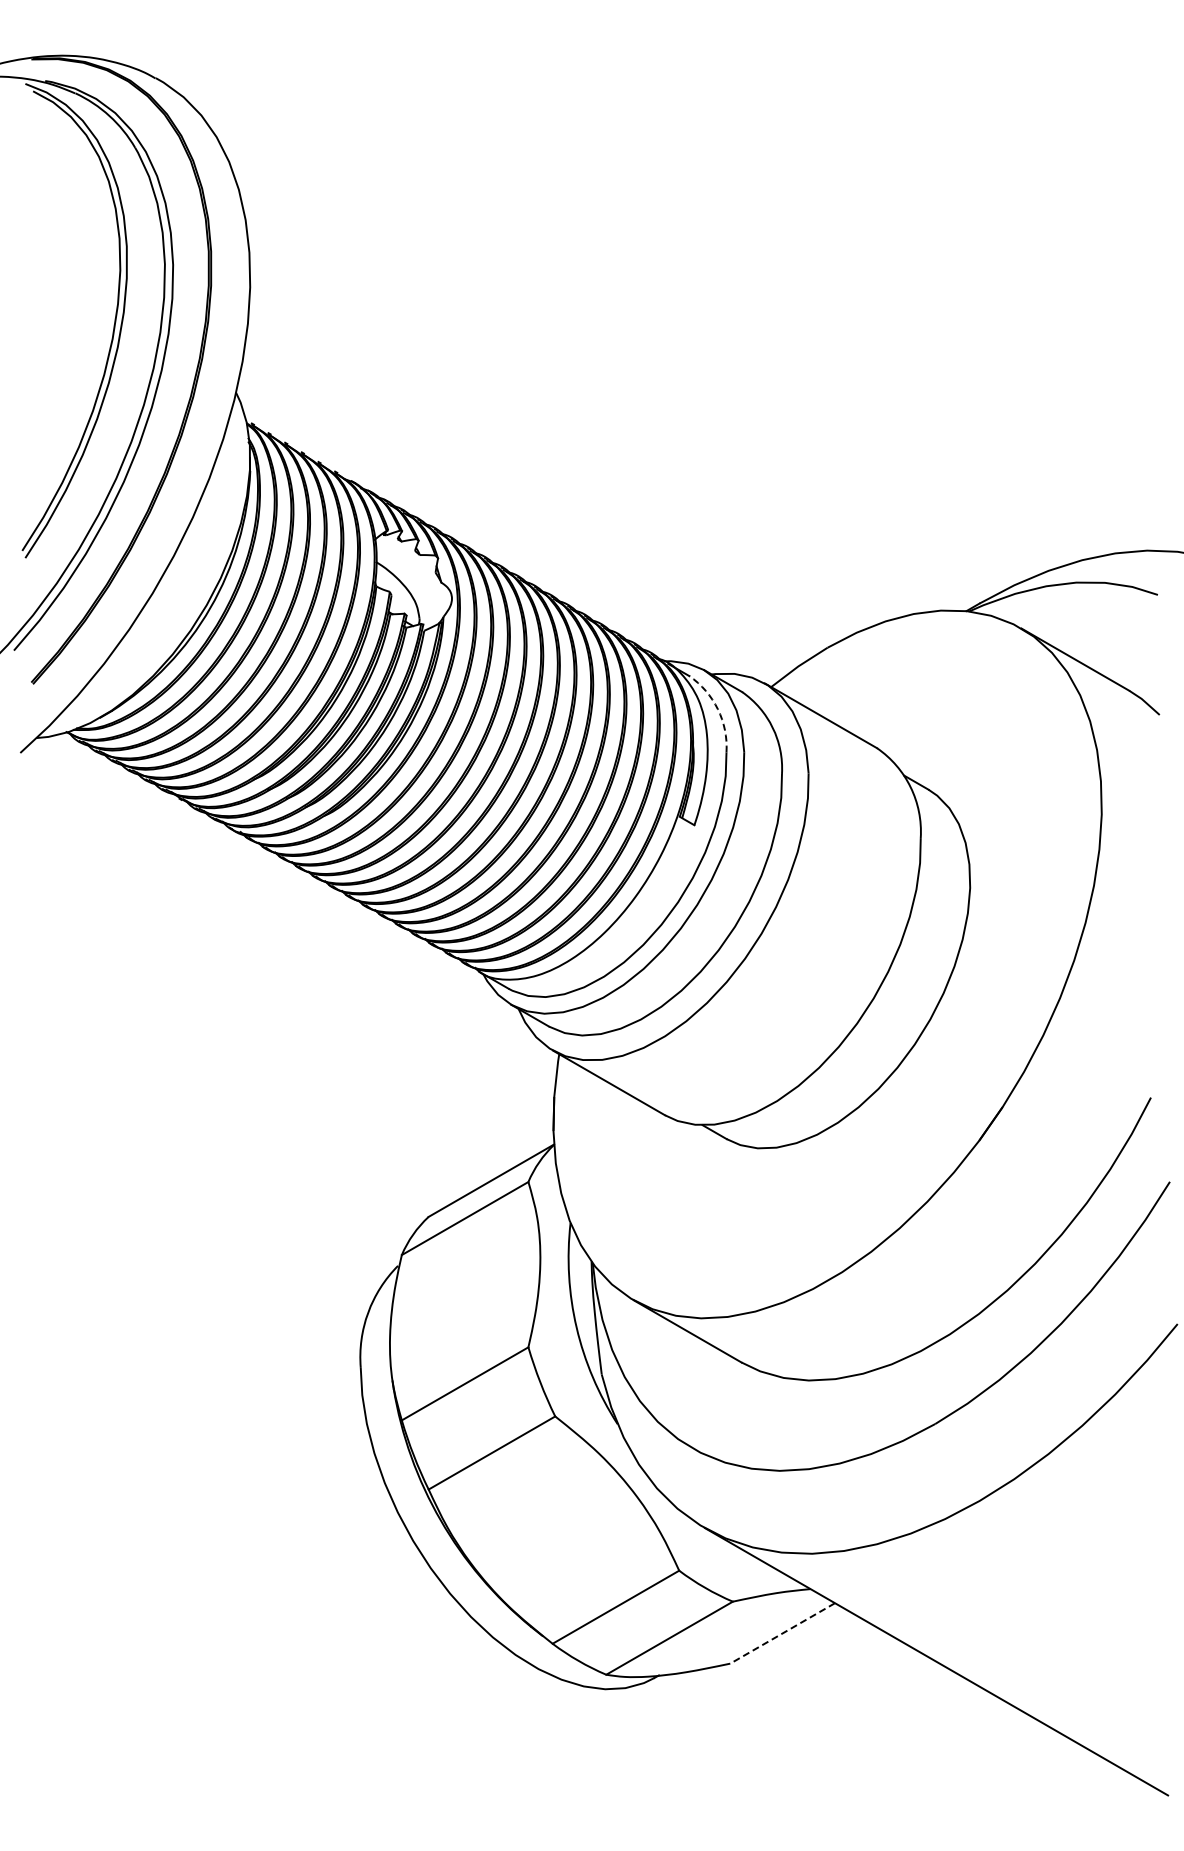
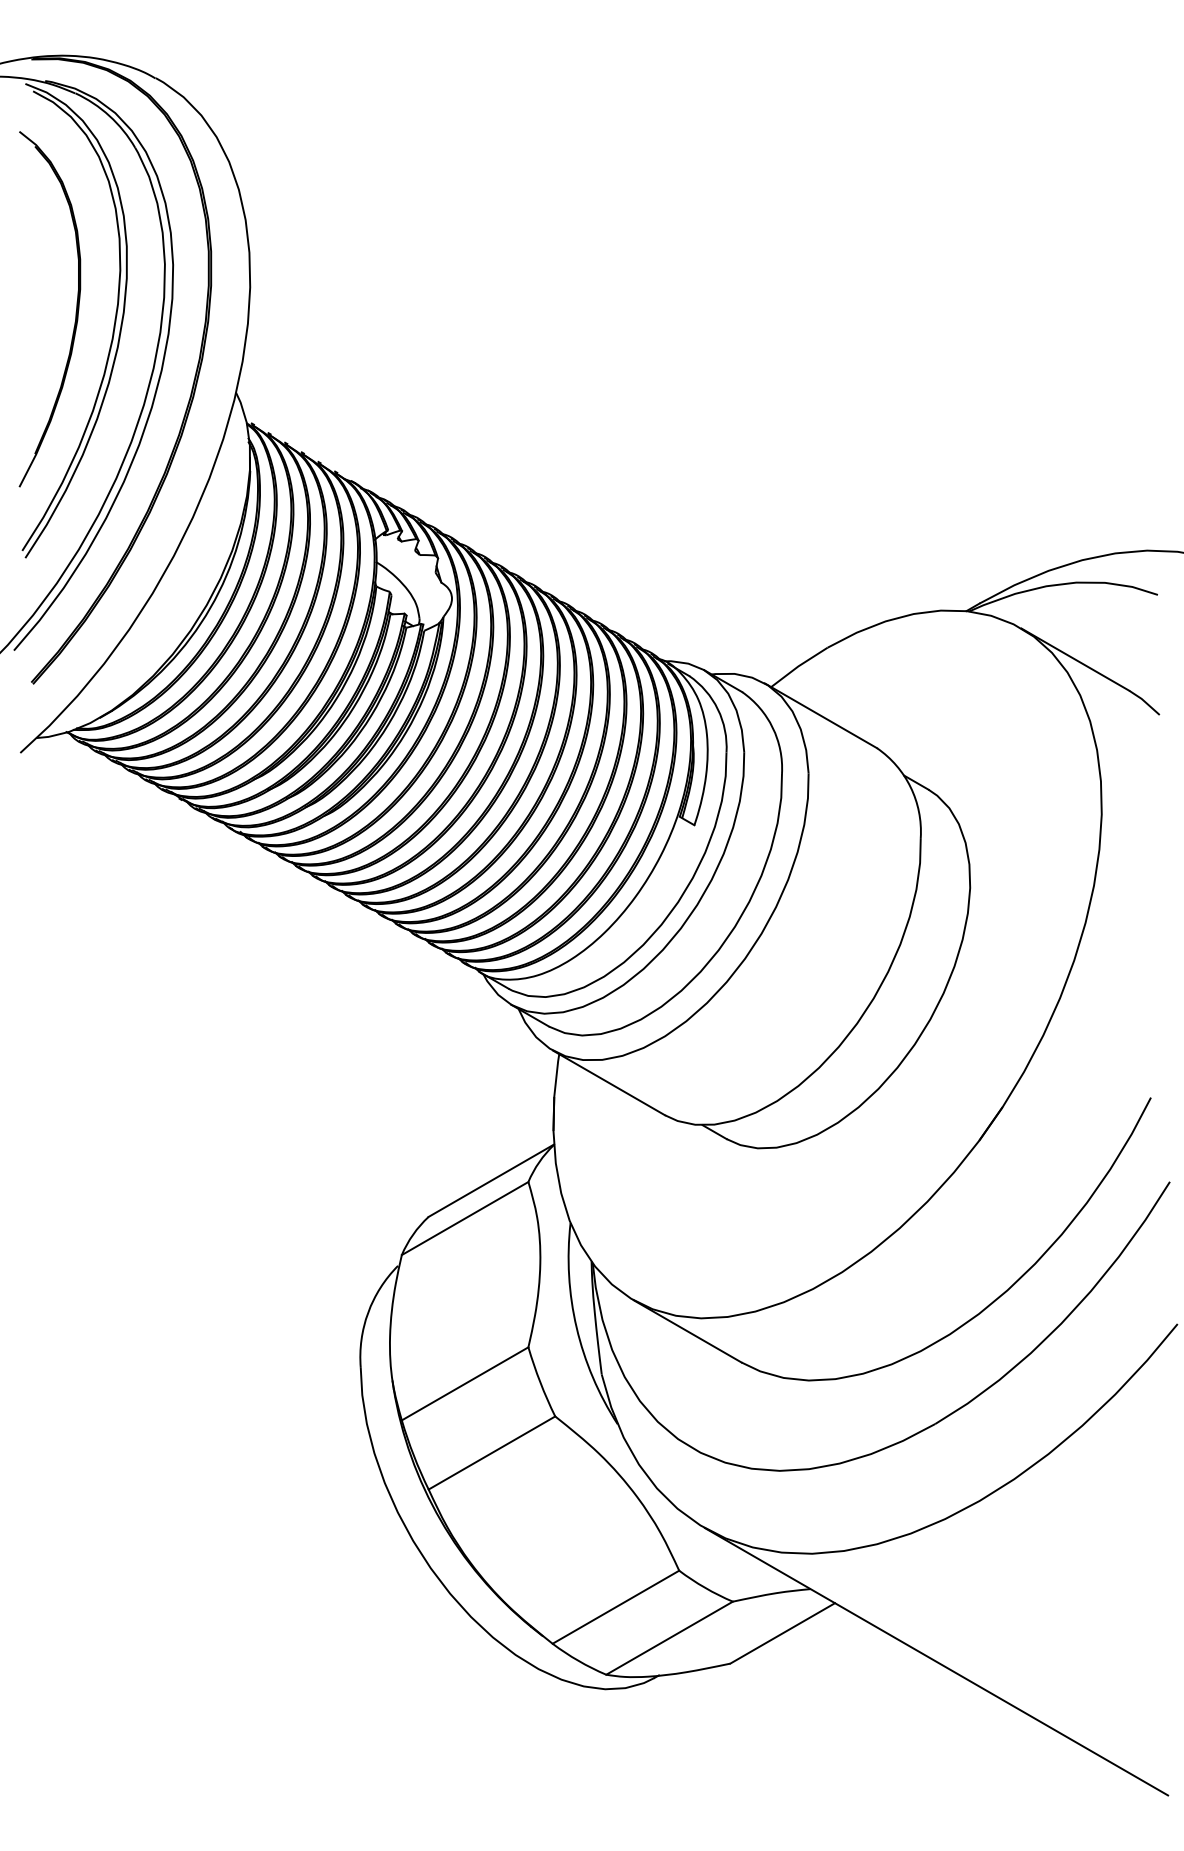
part at (75, 312): none -> present
arc at (717, 709): dashed -> solid
line at (782, 1633): dashed -> solid
